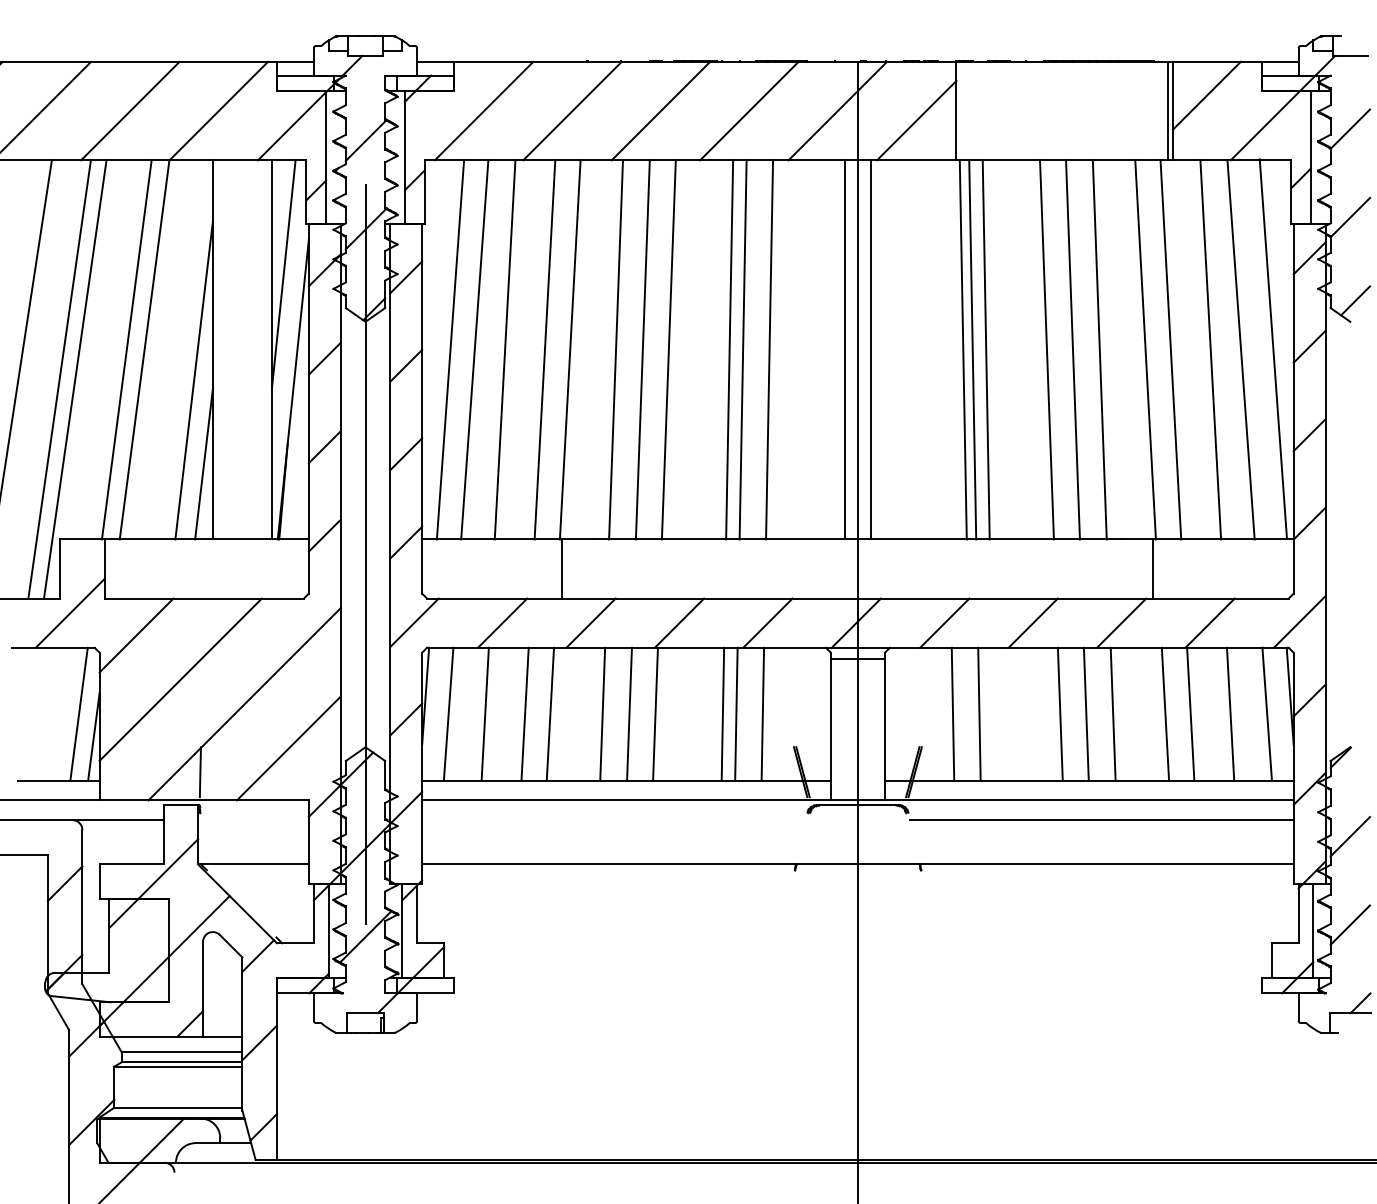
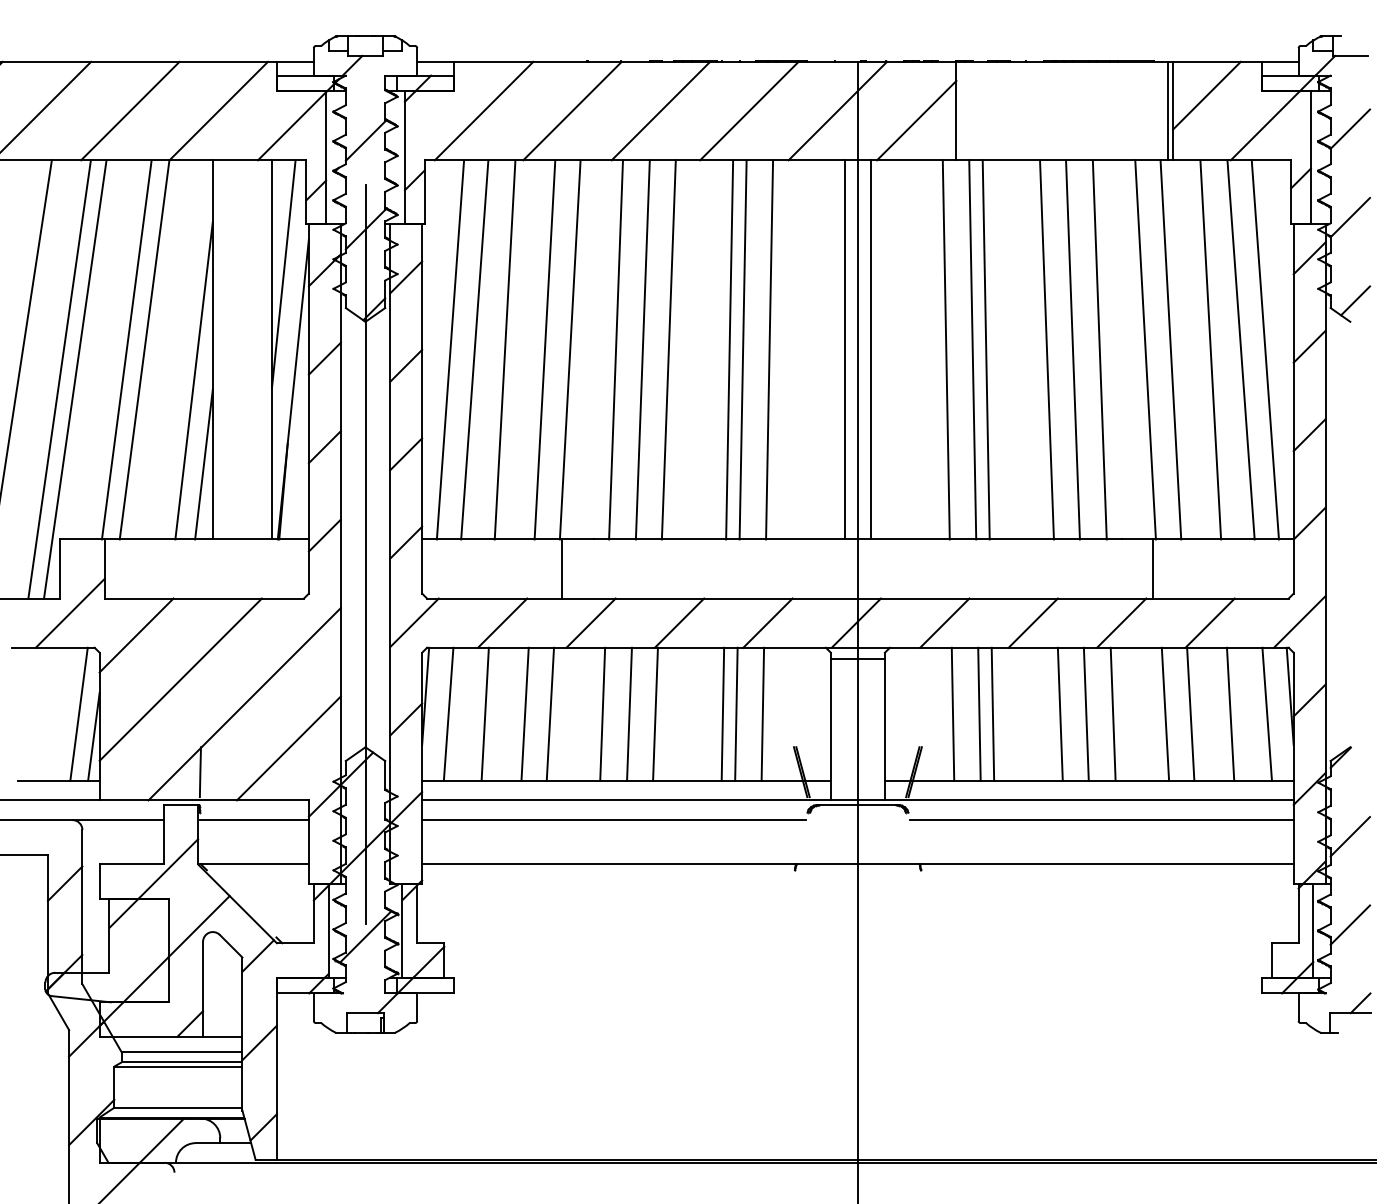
line at (1272, 348) position: (1272, 348) -> (1264, 349)
line at (962, 349) position: (962, 349) -> (945, 349)
line at (992, 713): none -> present
line at (254, 820): none -> present
line at (613, 820): none -> present
